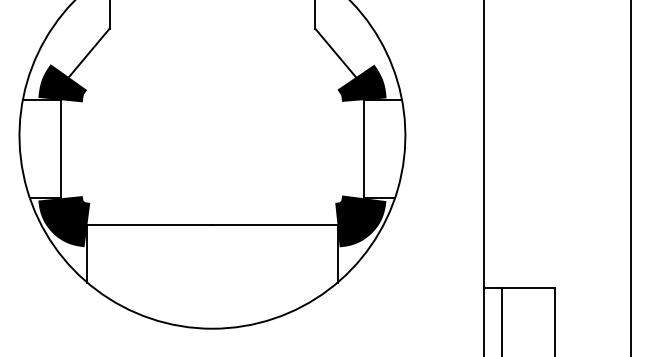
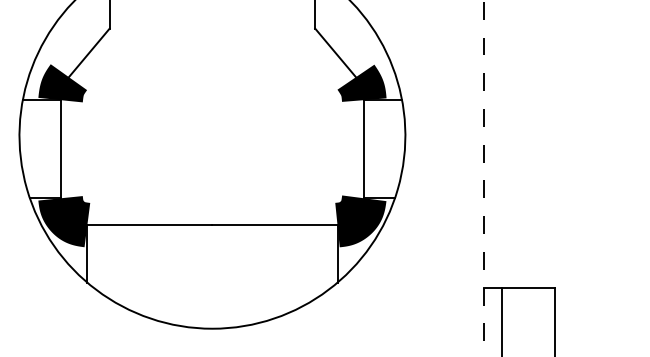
line at (630, 177): present -> none
line at (484, 178): solid -> dashed
